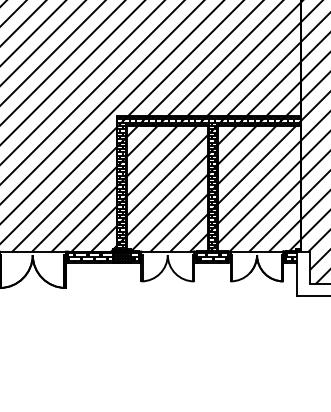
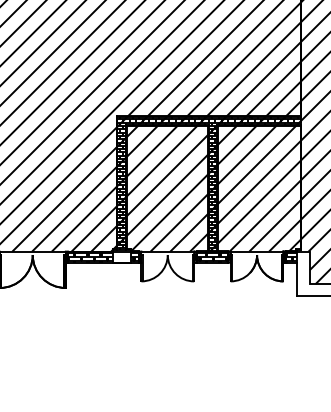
hatch at (121, 255): present -> none
